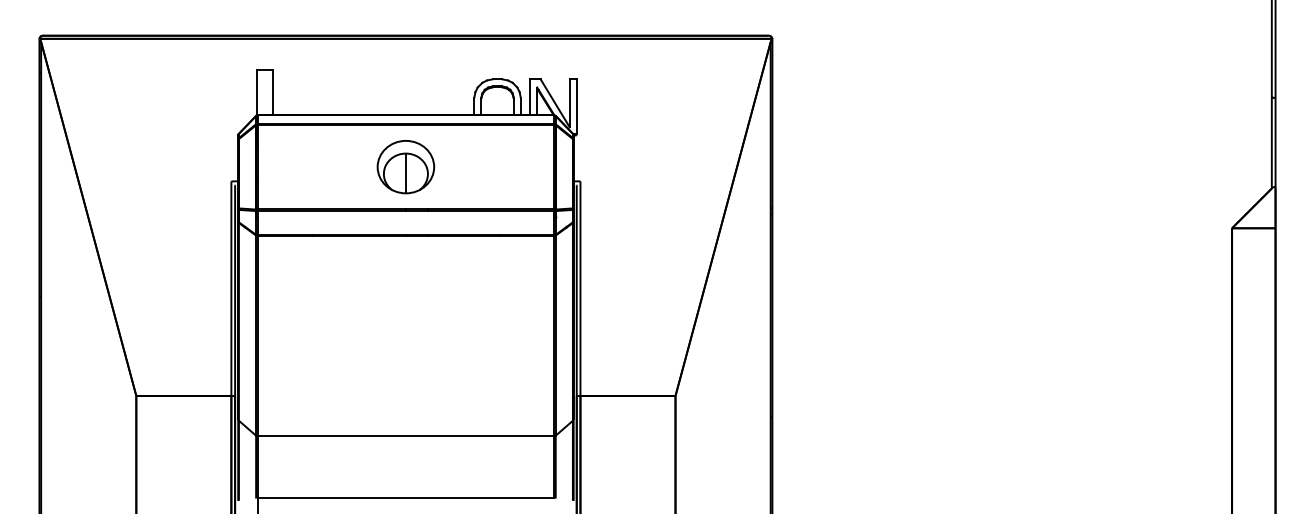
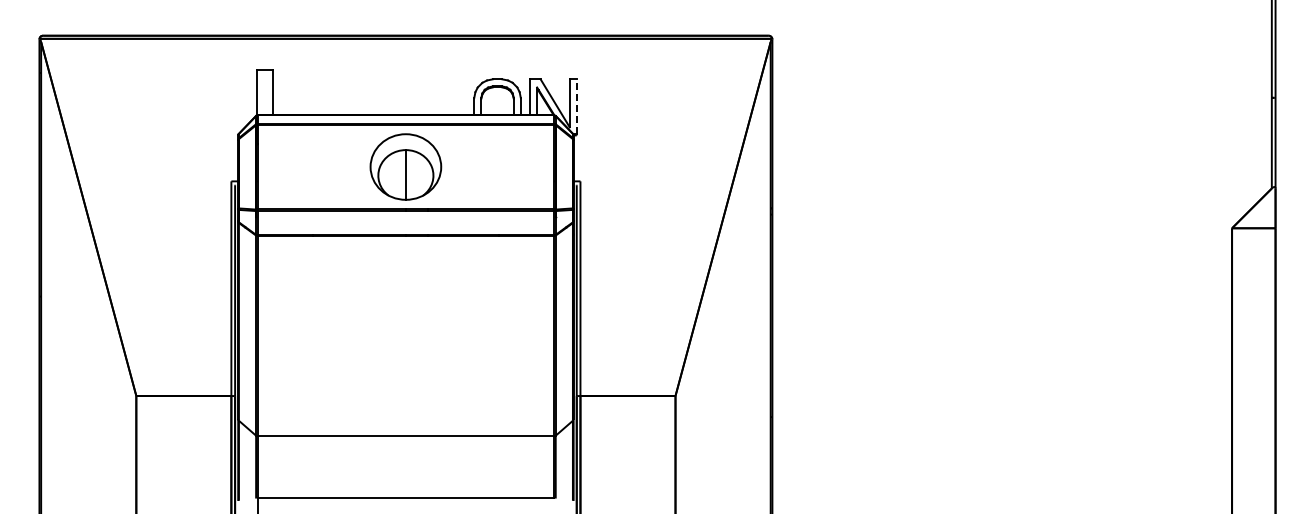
line at (576, 106): solid -> dashed
part at (405, 167) size: 60x55 px -> 74x68 px
